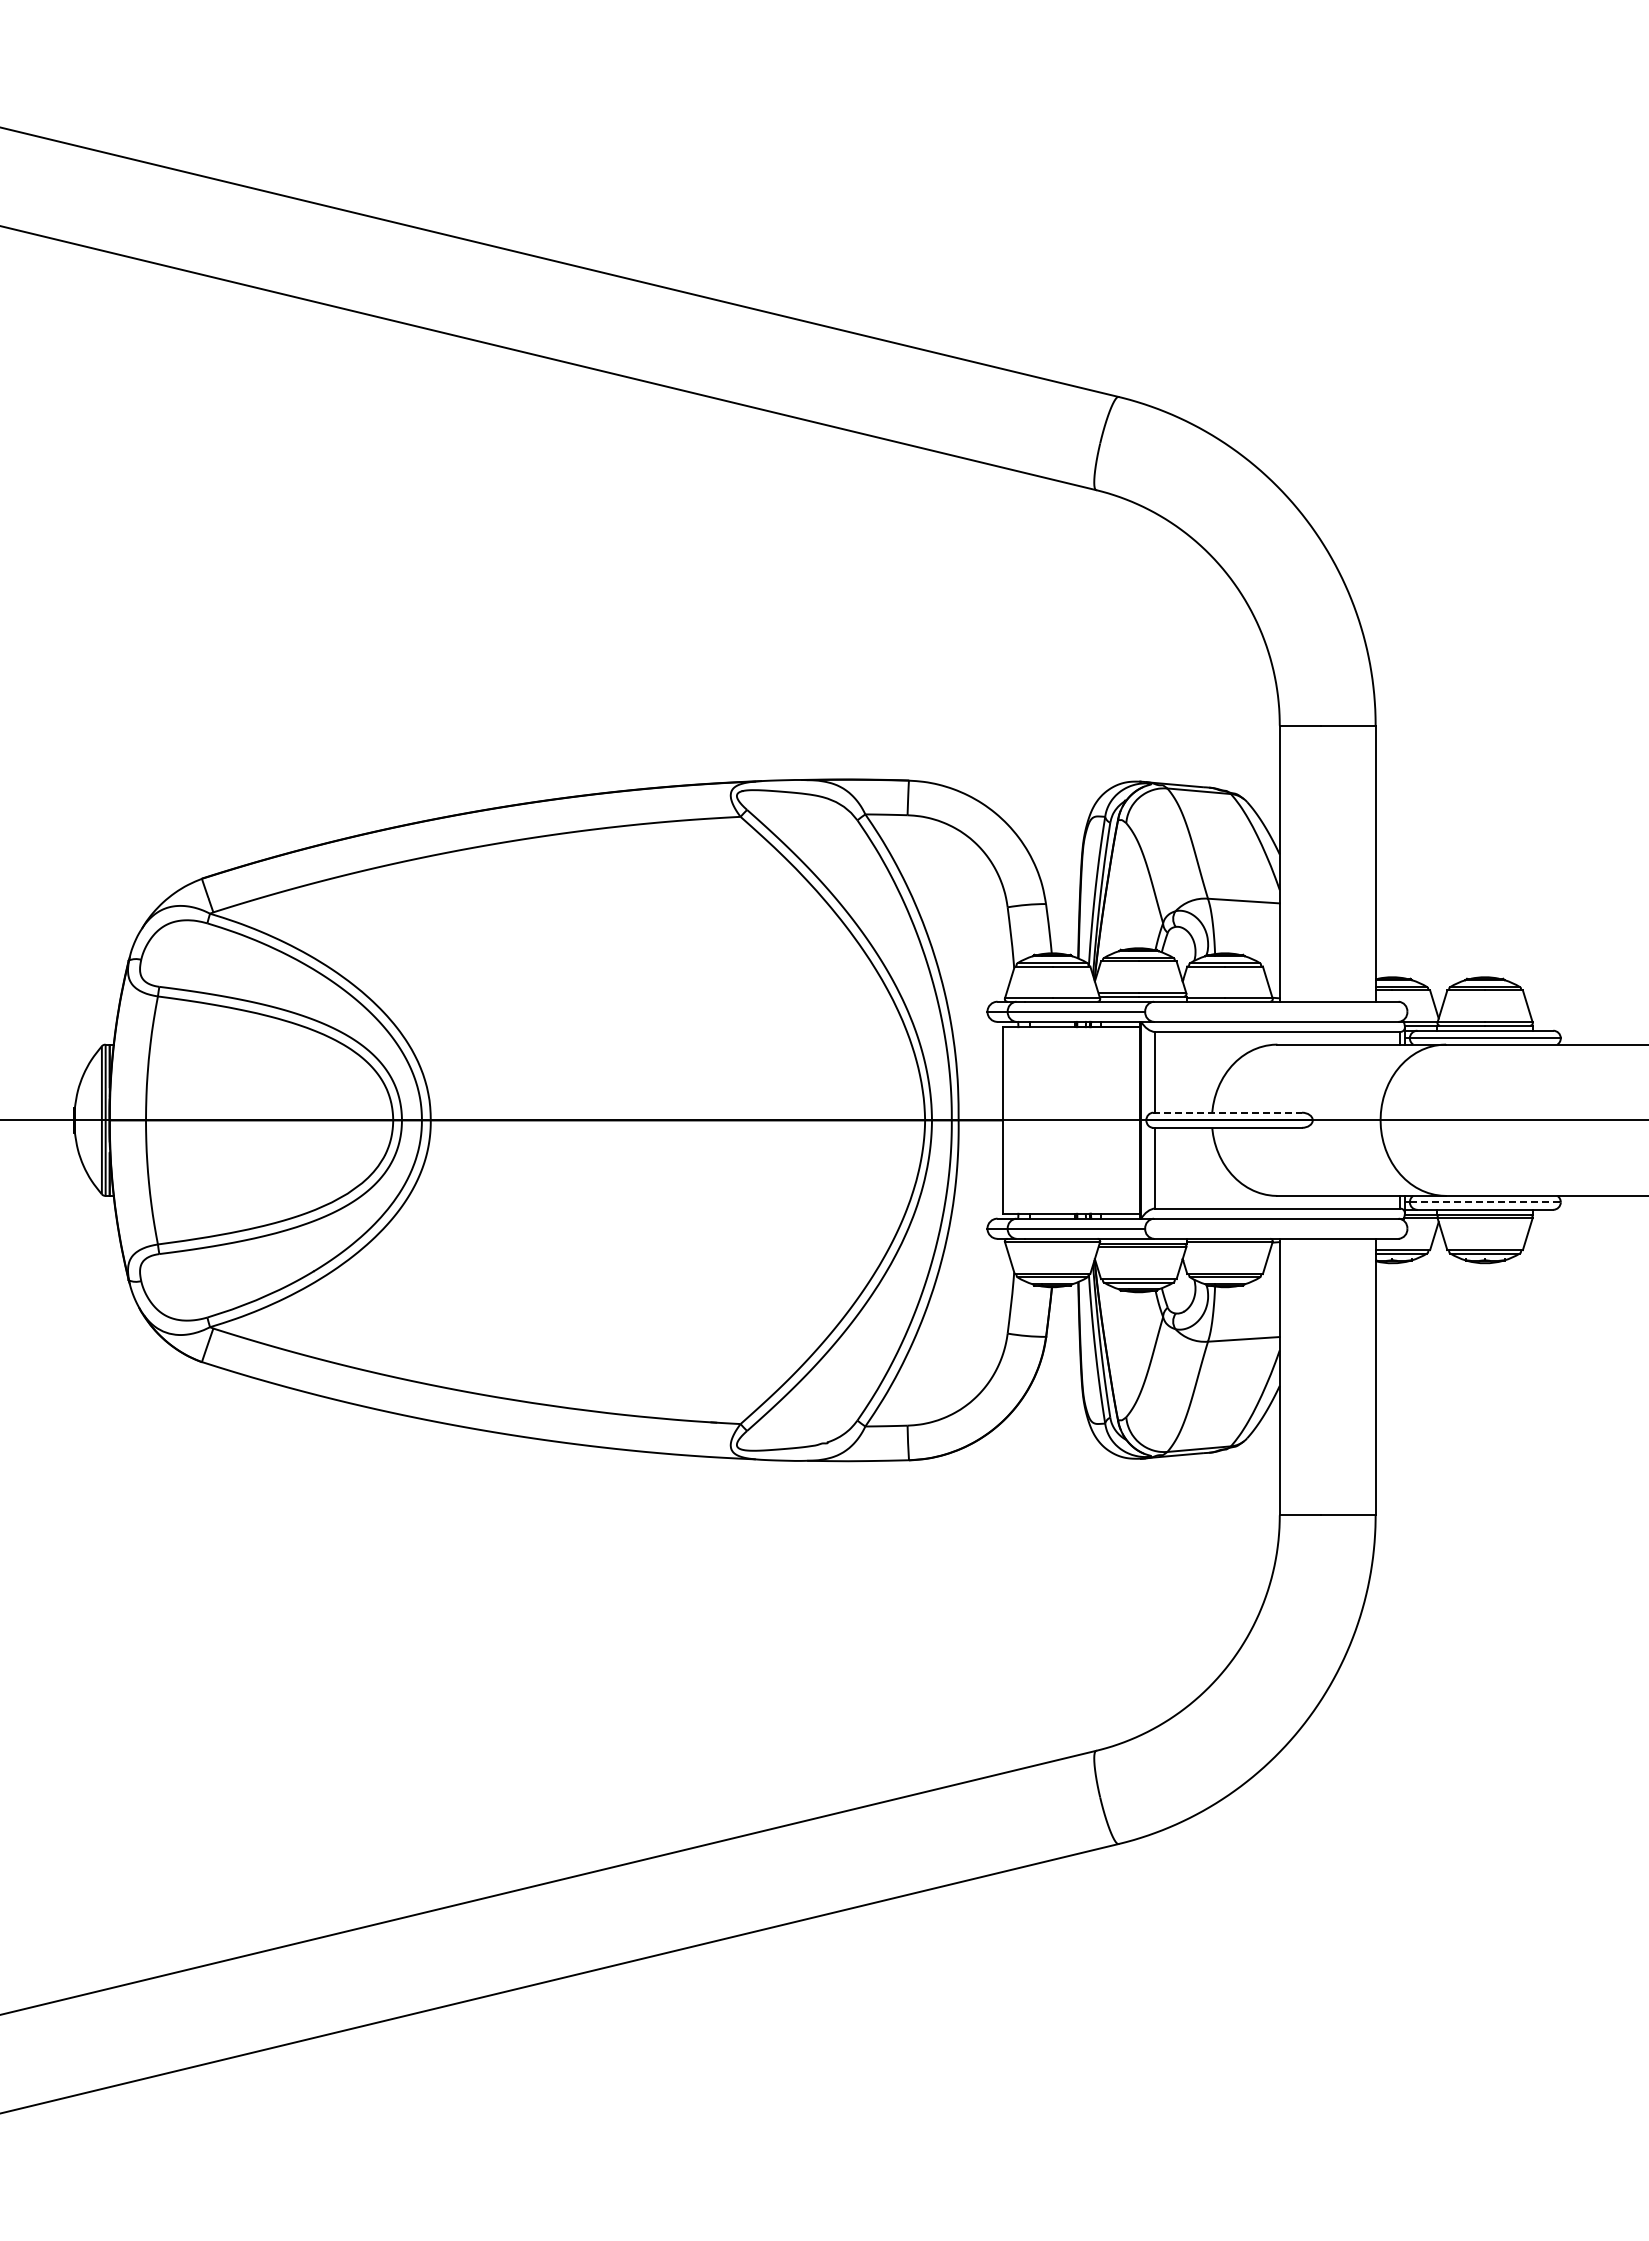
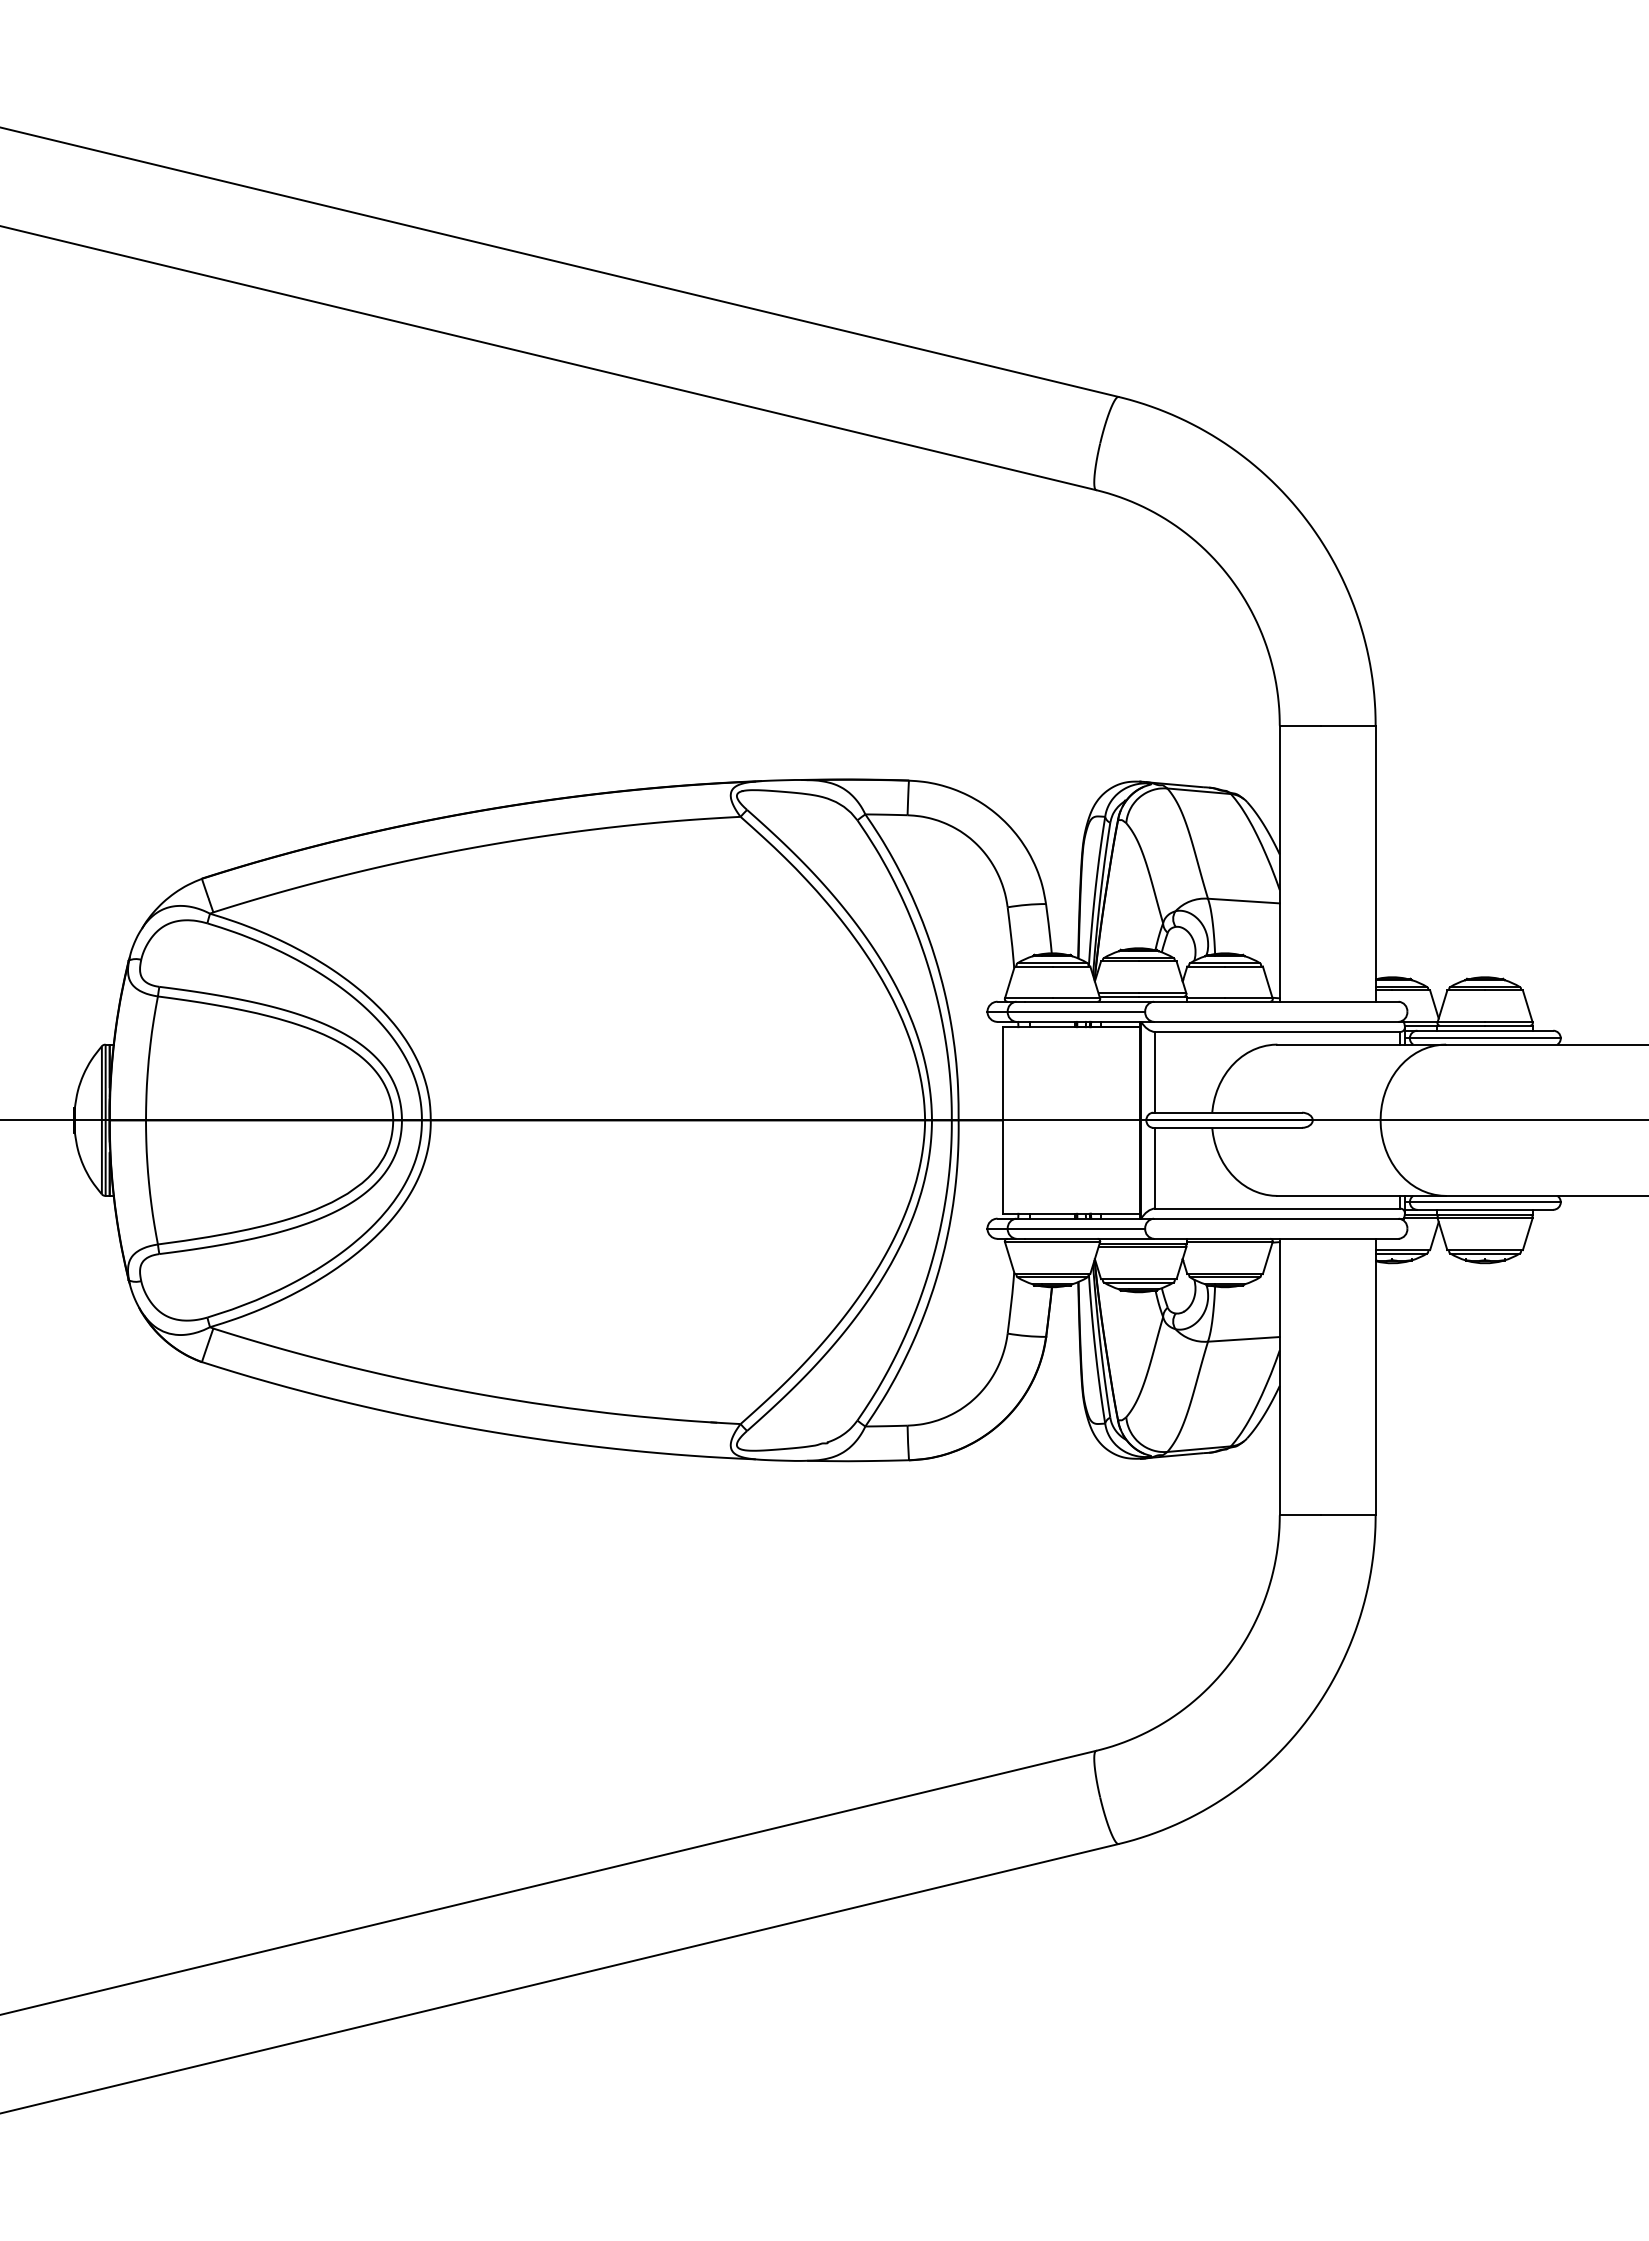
line at (1228, 1112): dashed -> solid
line at (1485, 1202): dashed -> solid
